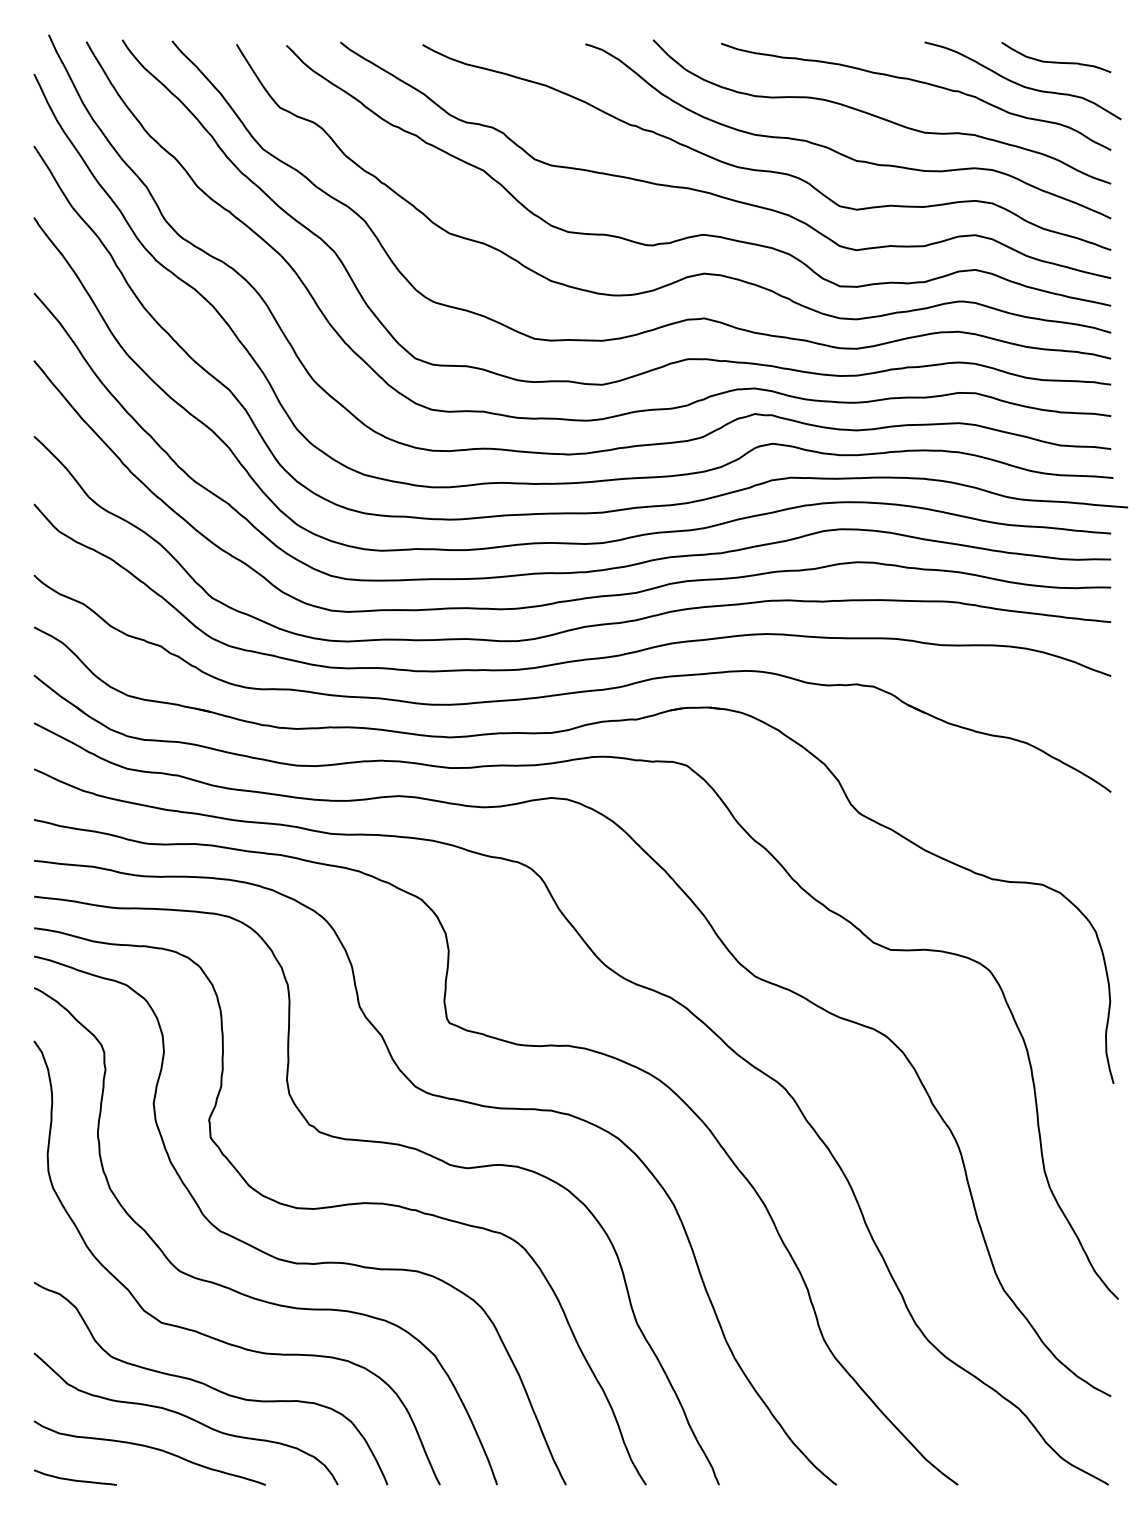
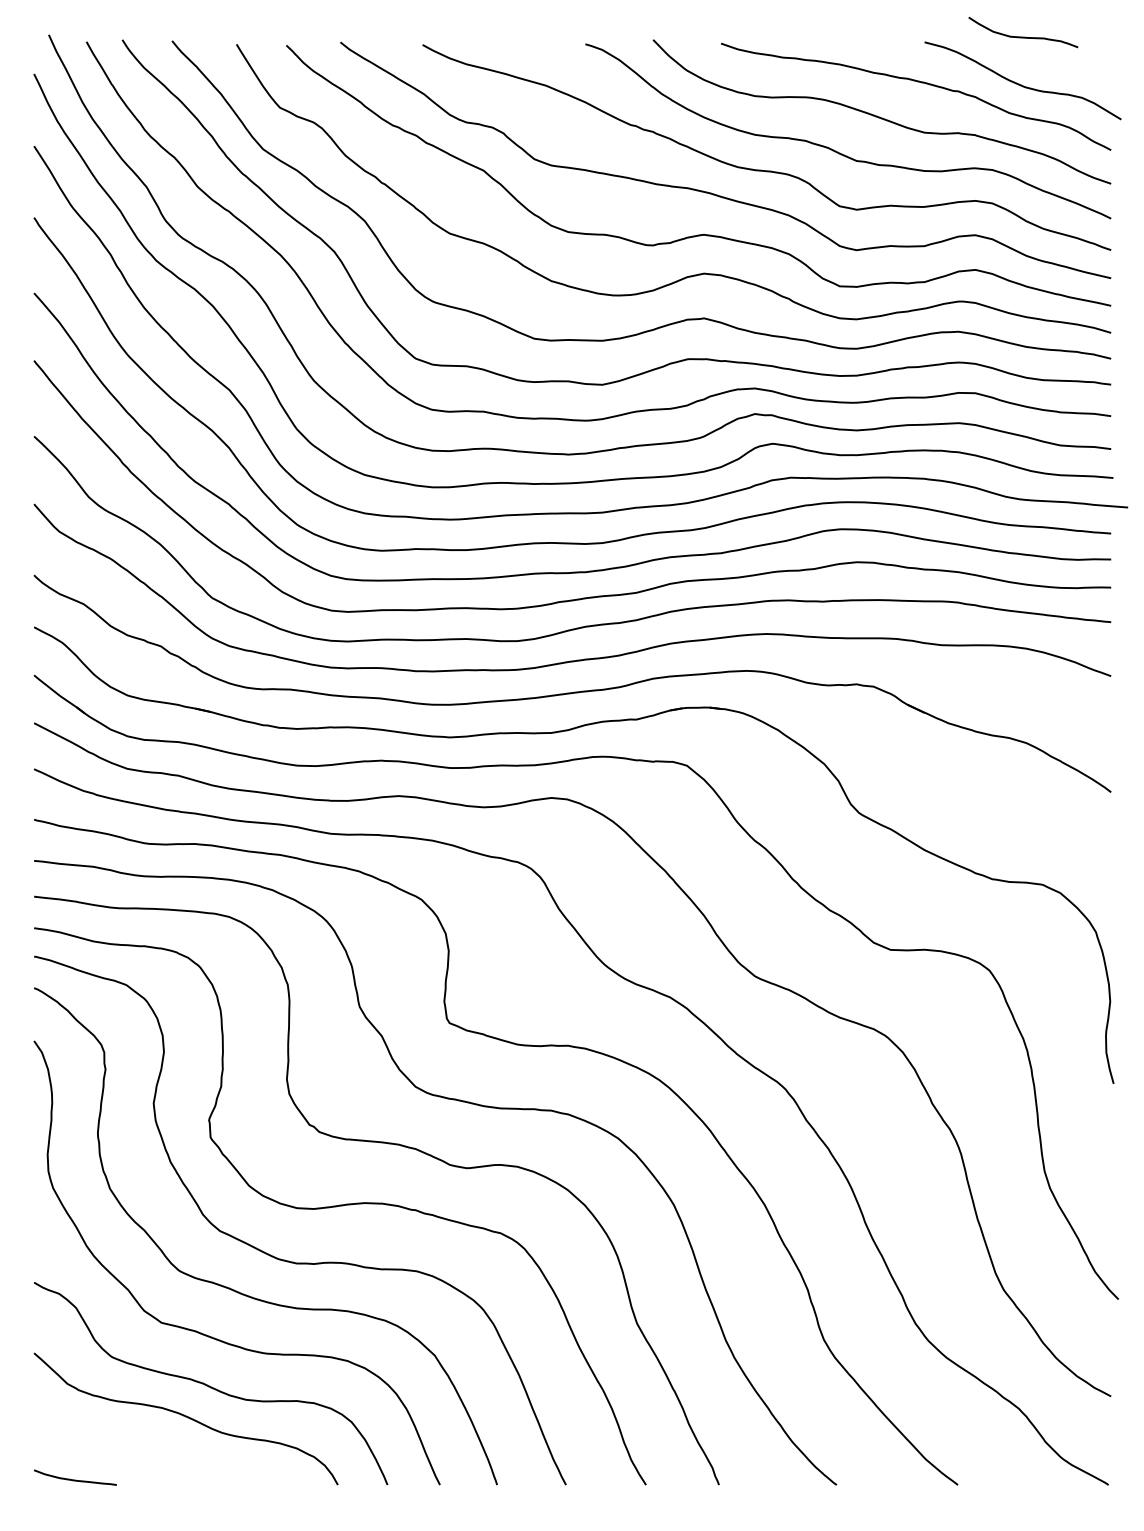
curve at (1056, 61) position: (1056, 61) -> (1023, 36)
curve at (149, 1448): present -> none
